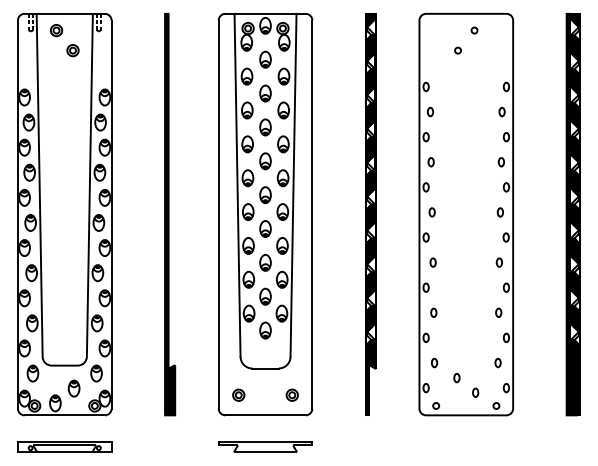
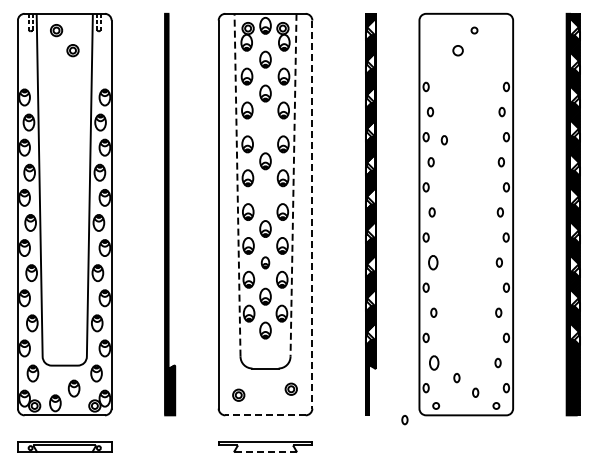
circle at (457, 50) size: 8x9 px -> 12x12 px
part at (265, 127): present -> none
part at (443, 140): none -> present
line at (237, 184): solid -> dashed
line at (293, 185): solid -> dashed
part at (265, 195): present -> none
line at (312, 215): solid -> dashed
part at (265, 262) size: 13x18 px -> 11x14 px
part at (432, 262) size: 8x11 px -> 11x16 px
part at (434, 362) size: 8x12 px -> 11x16 px
part at (291, 394) position: (291, 394) -> (290, 388)
line at (265, 415): solid -> dashed
part at (404, 420): none -> present
line at (266, 452): solid -> dashed
